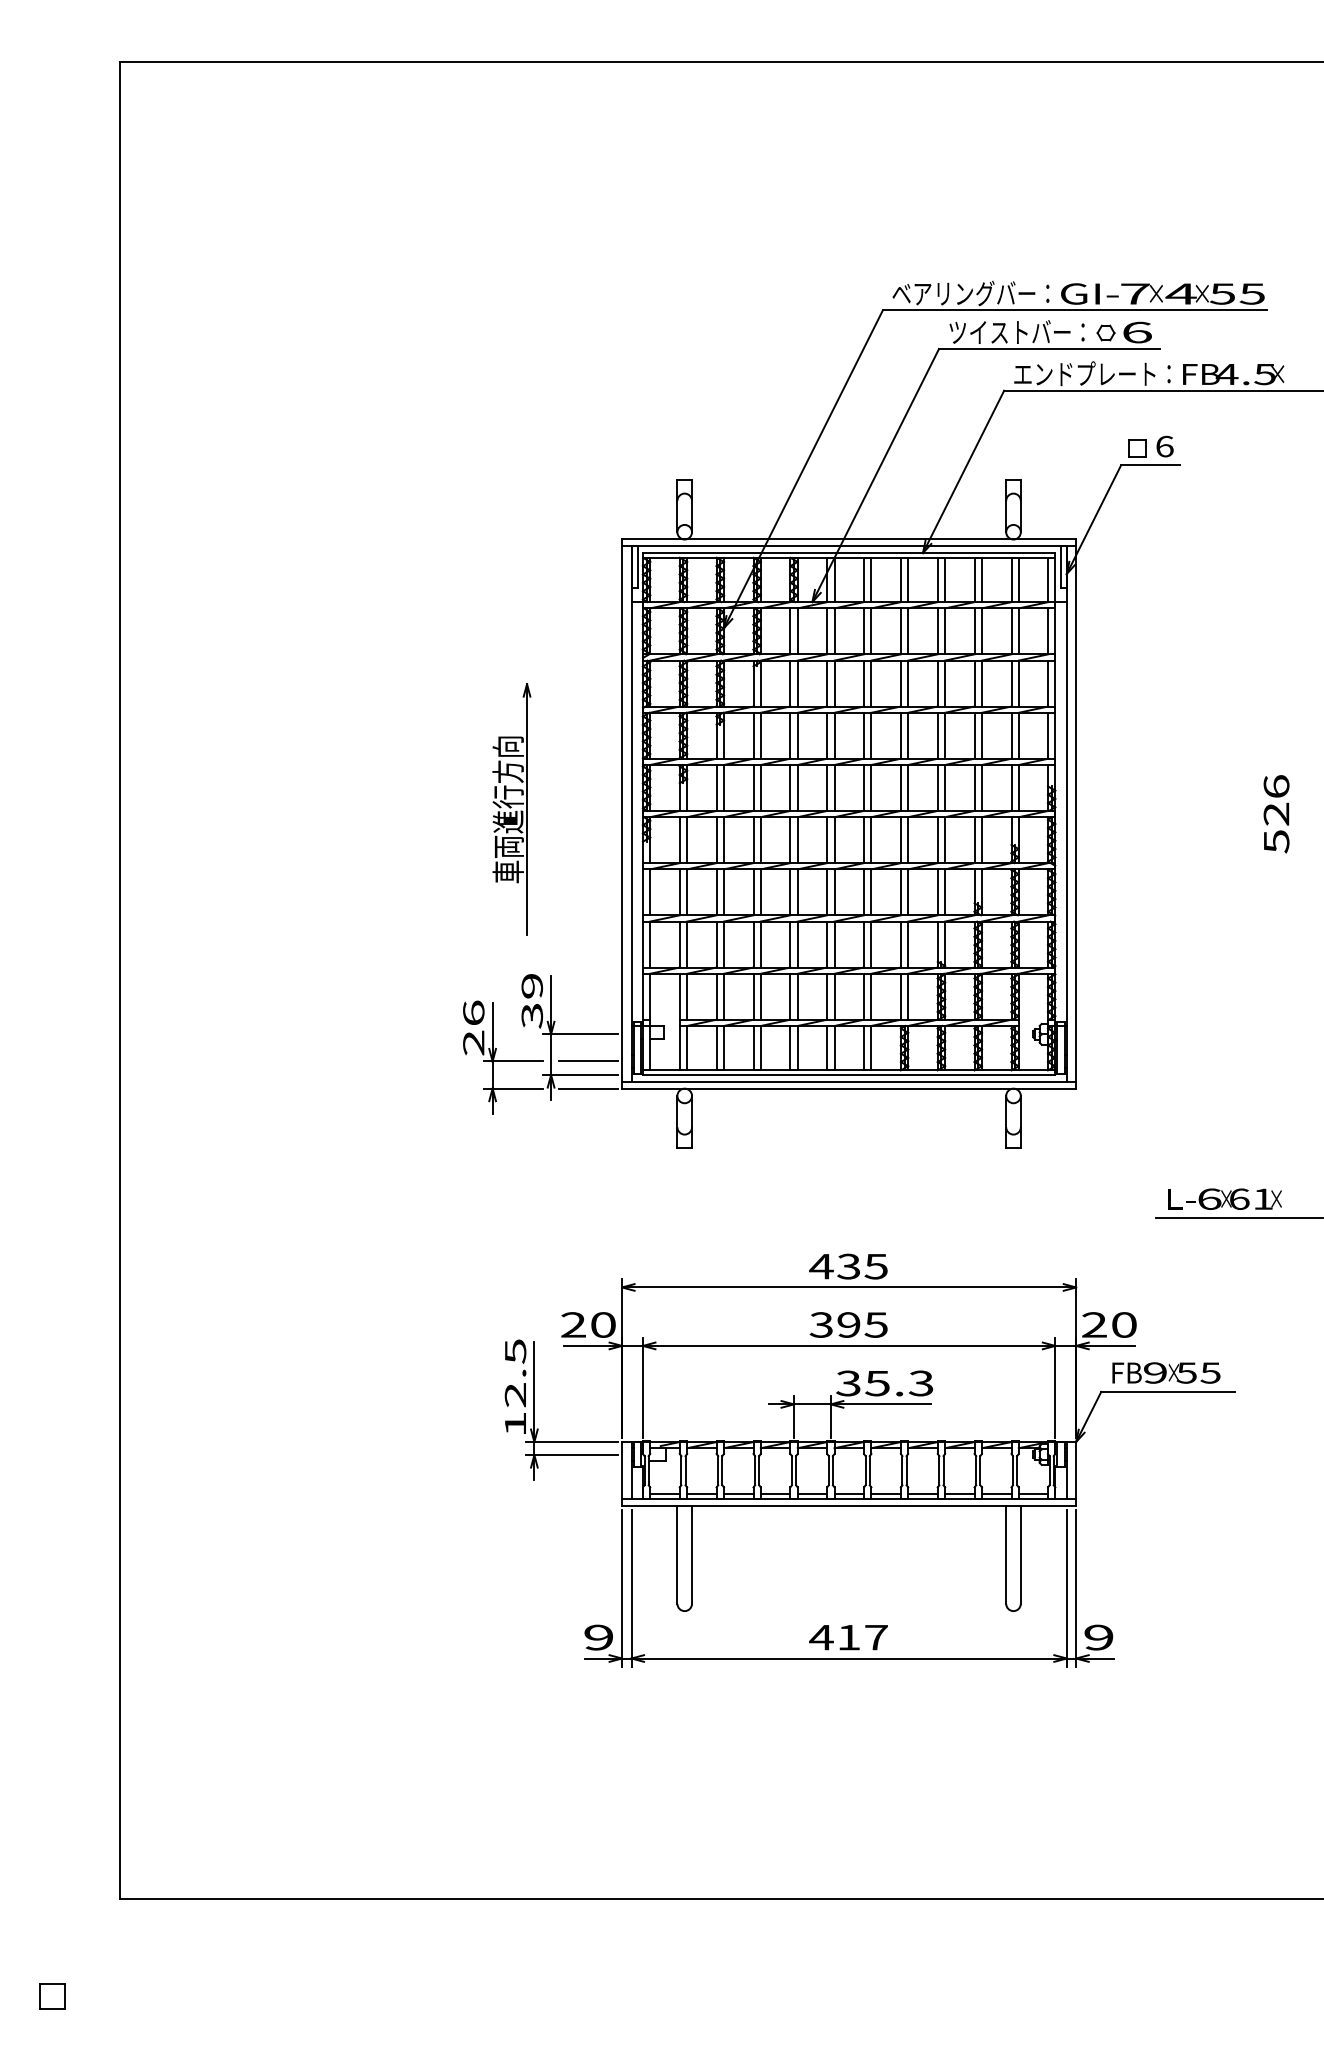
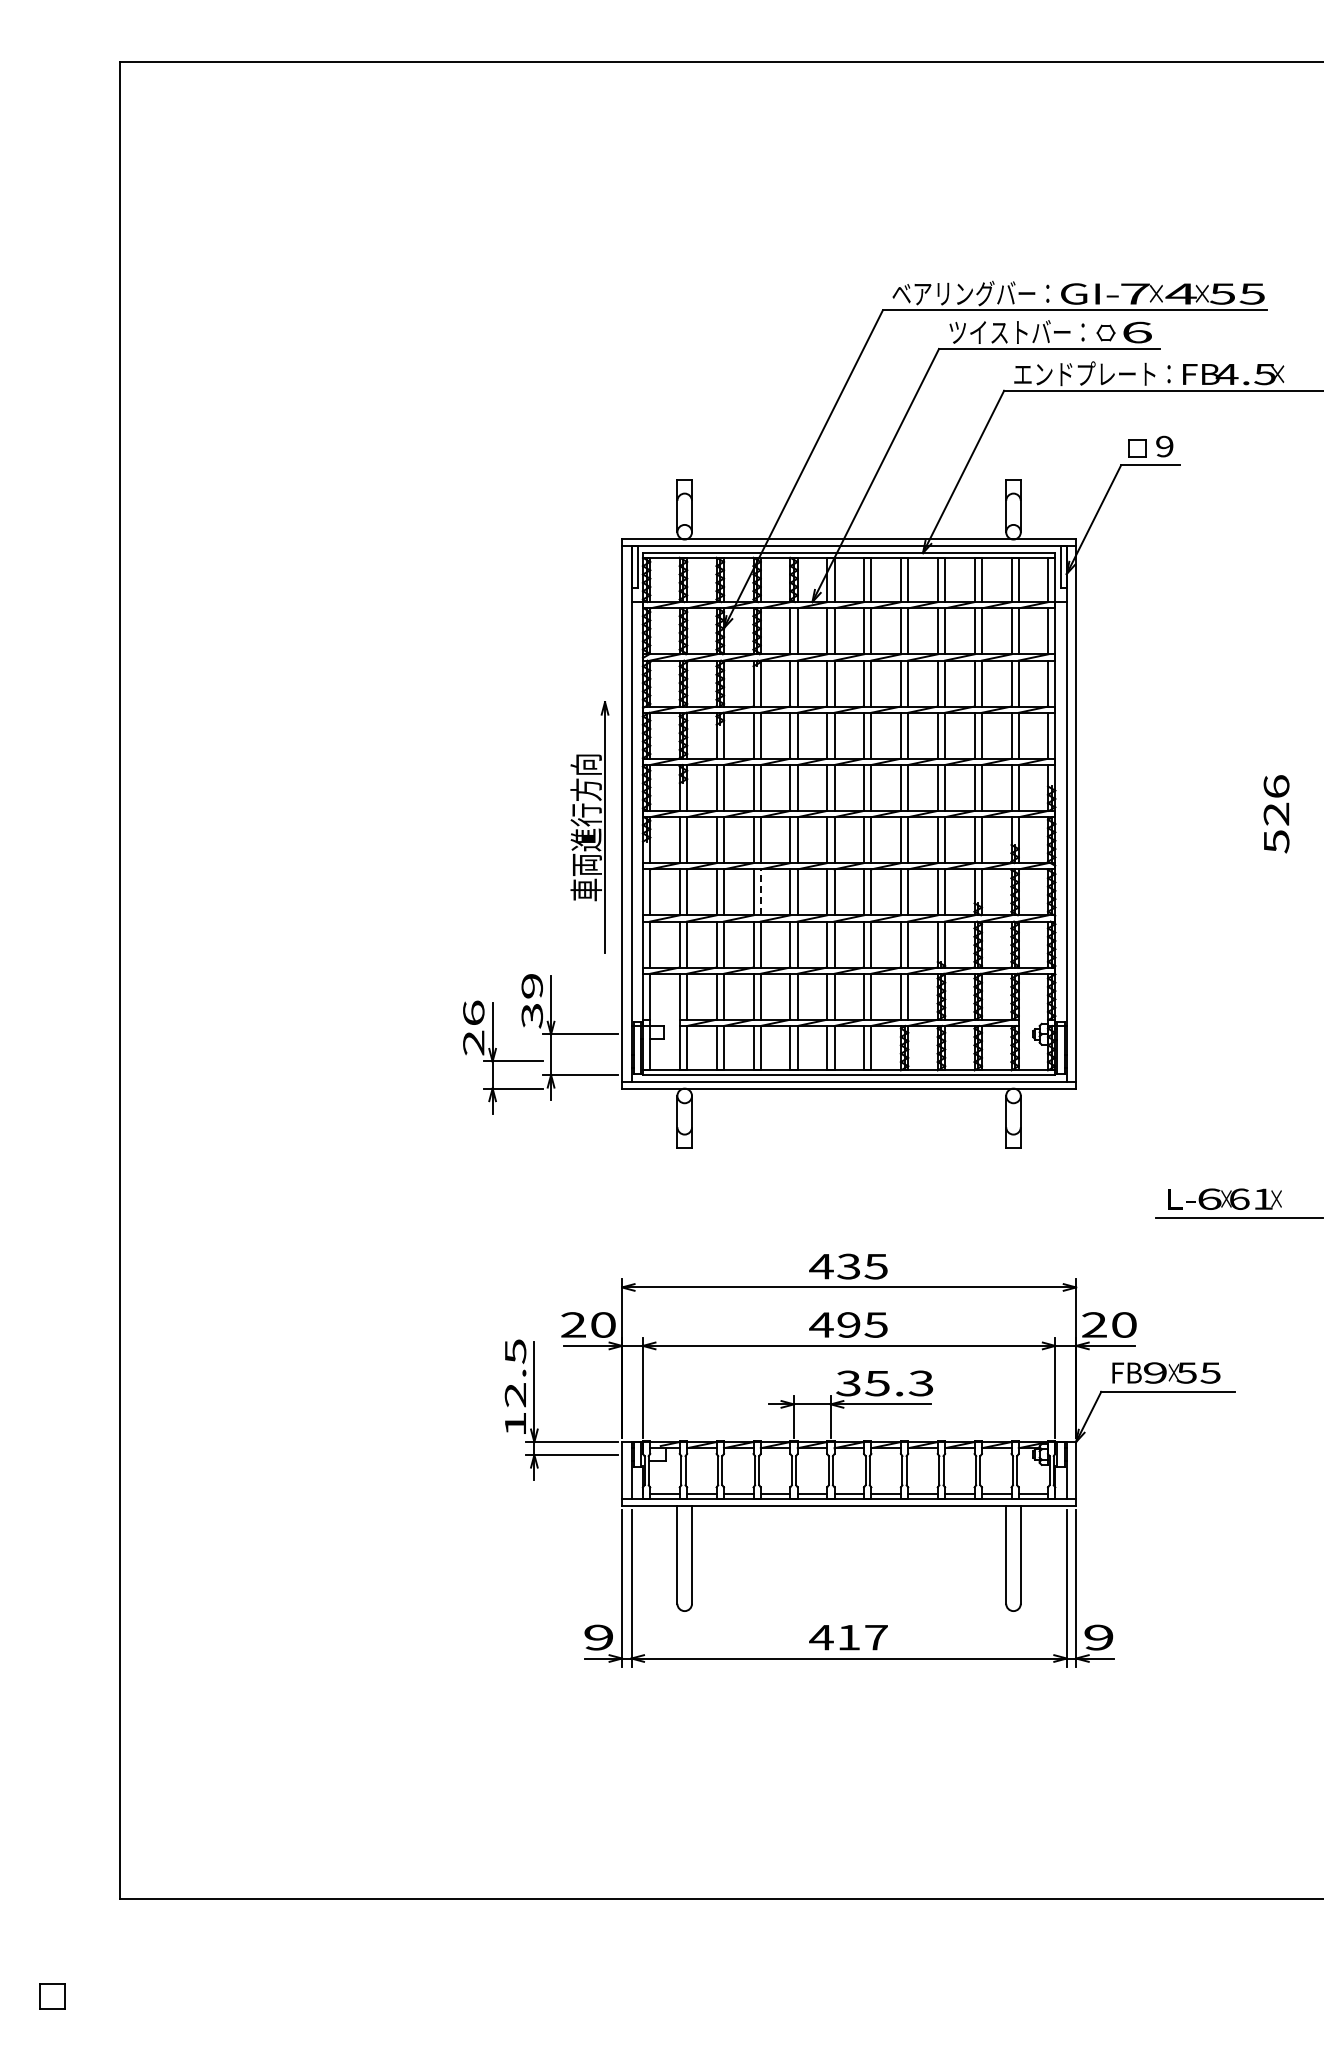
text at (1164, 446): 6 -> 9
part at (511, 809) position: (511, 809) -> (589, 827)
line at (760, 892): solid -> dashed
line at (588, 1061): present -> none
line at (588, 1088): present -> none
text at (821, 1324): 395 -> 495
